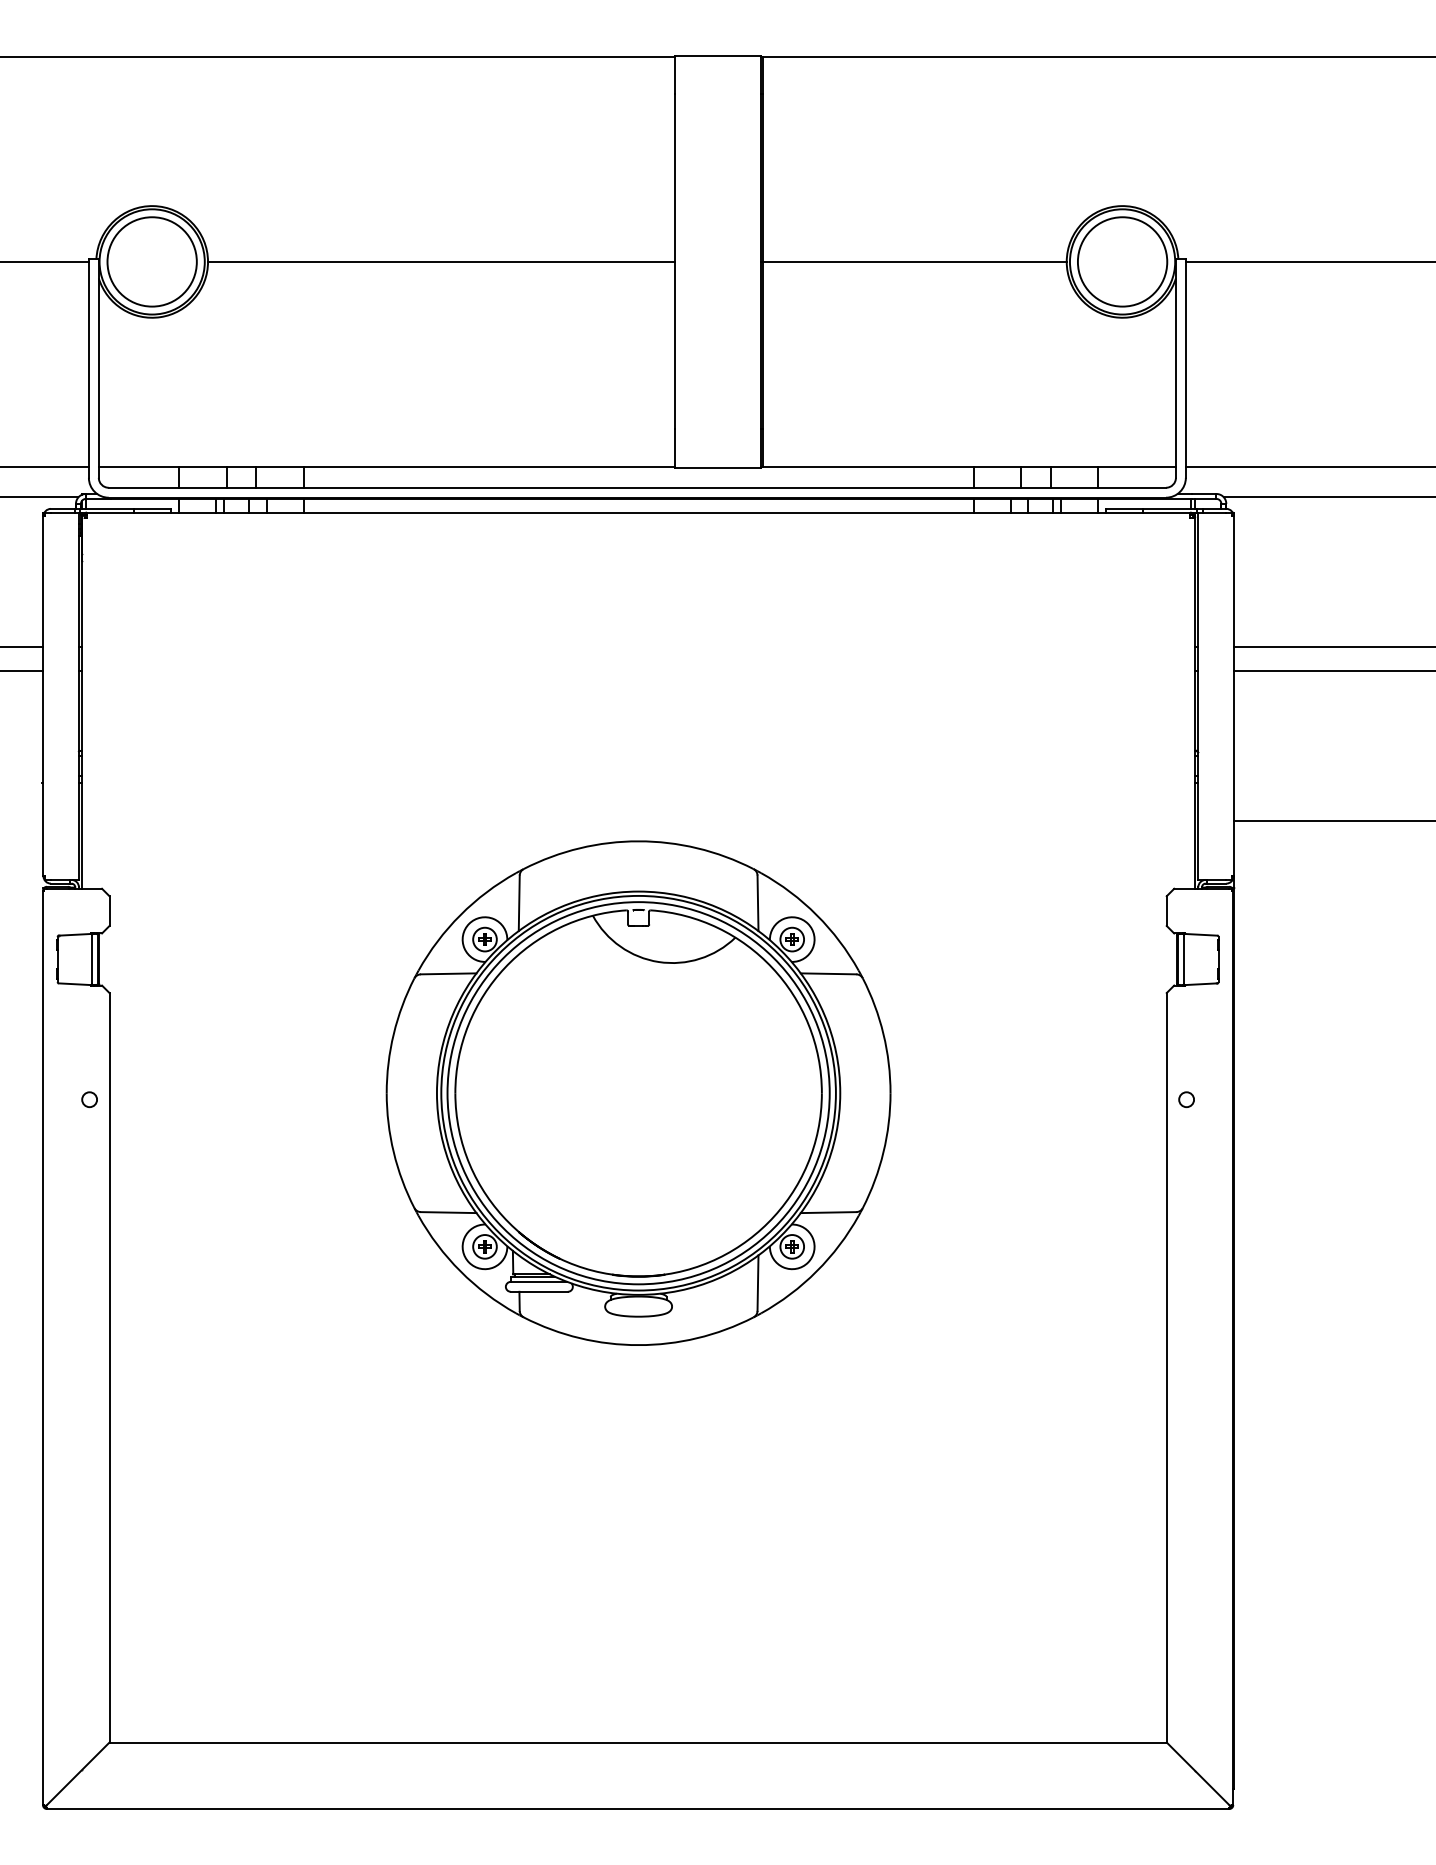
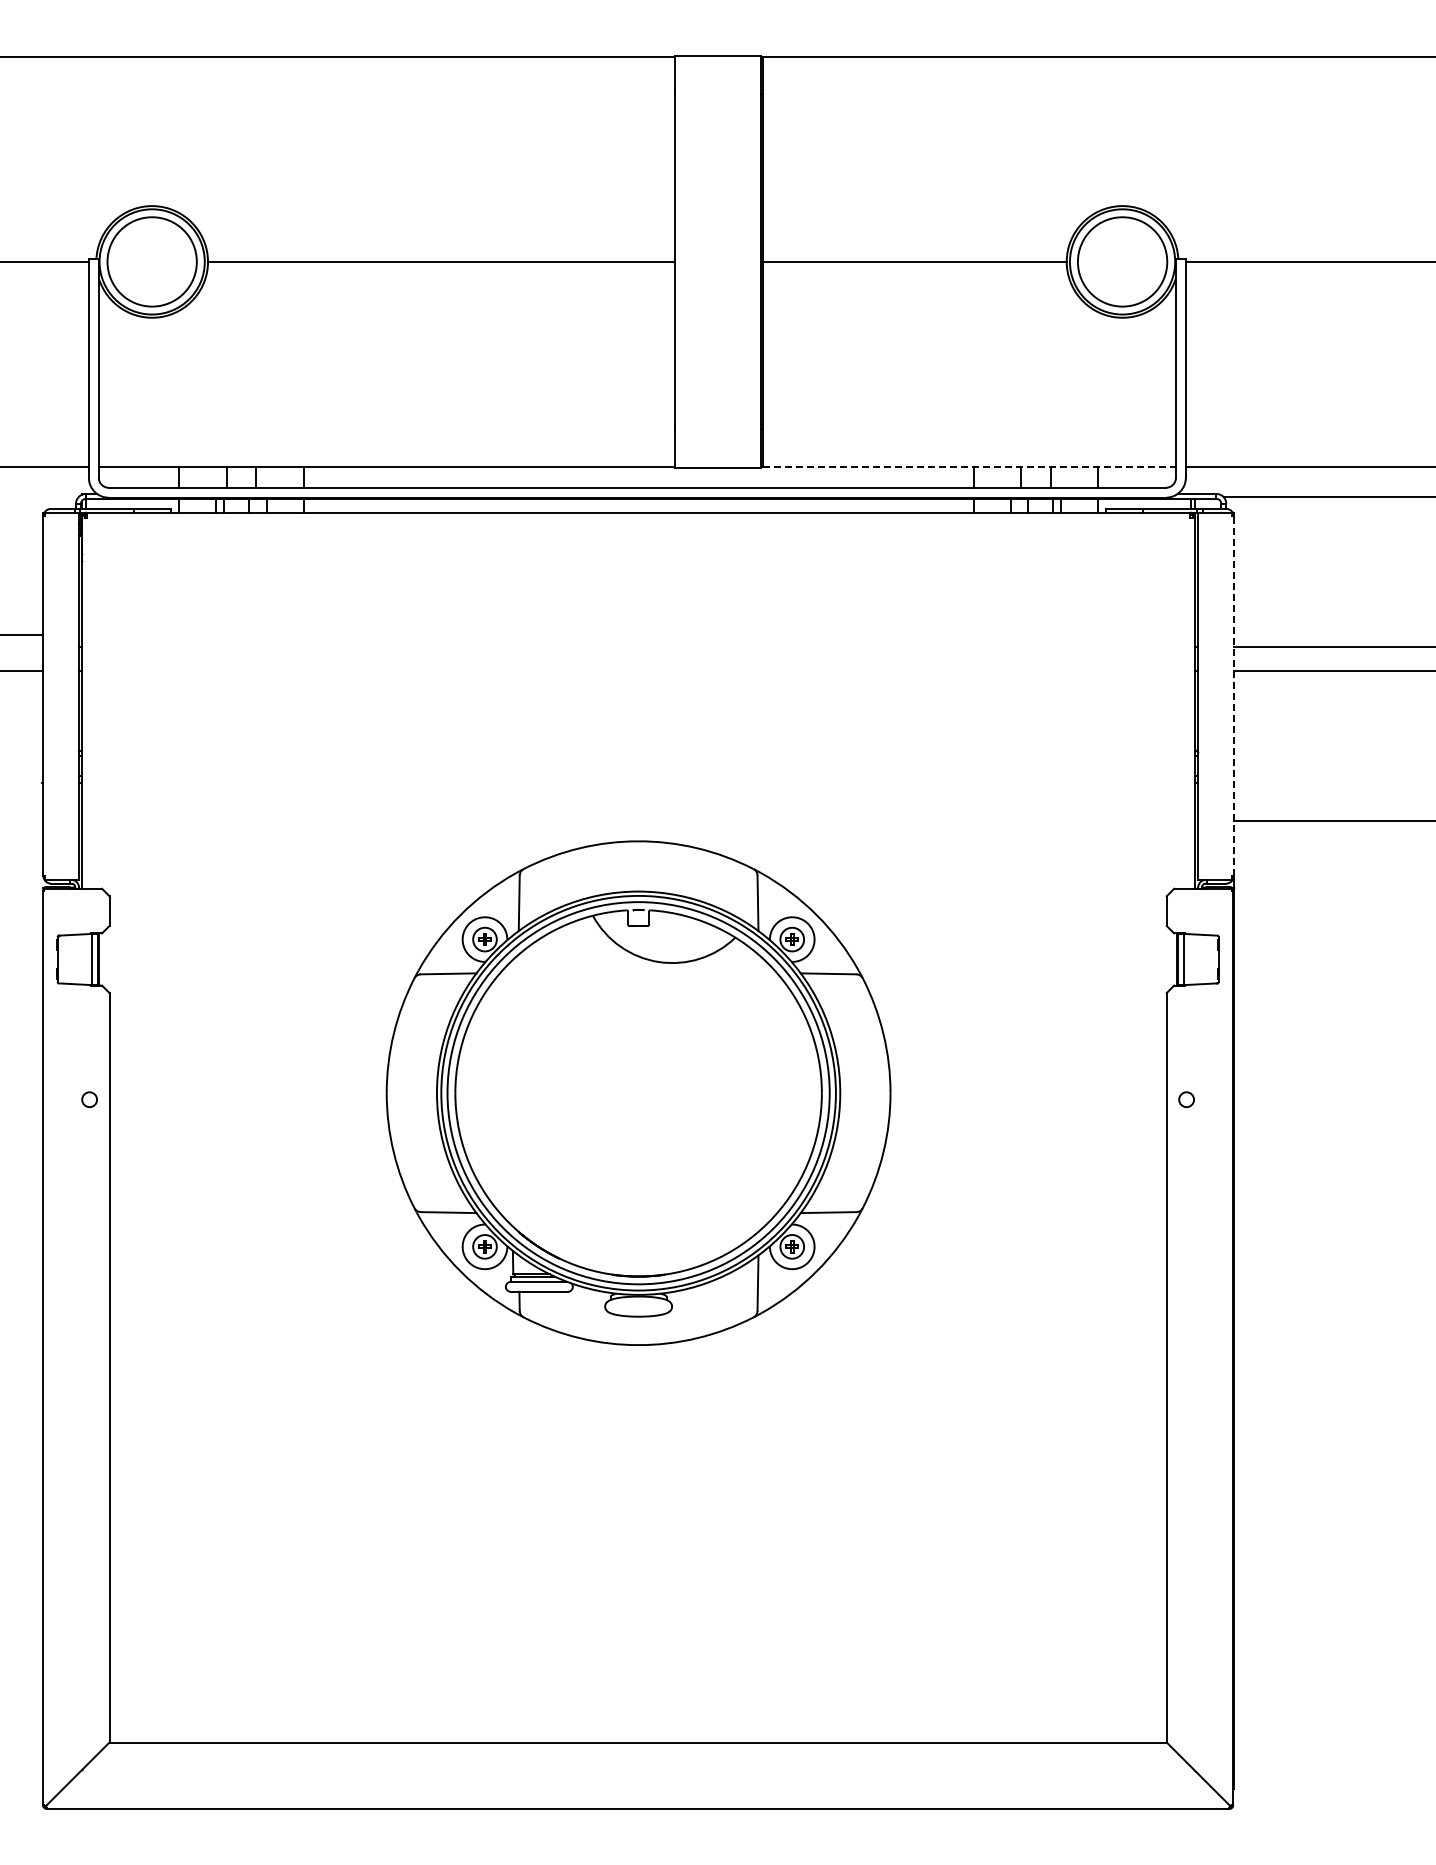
line at (969, 466): solid -> dashed
line at (40, 497): present -> none
line at (22, 647) position: (22, 647) -> (22, 635)
line at (1233, 696): solid -> dashed
